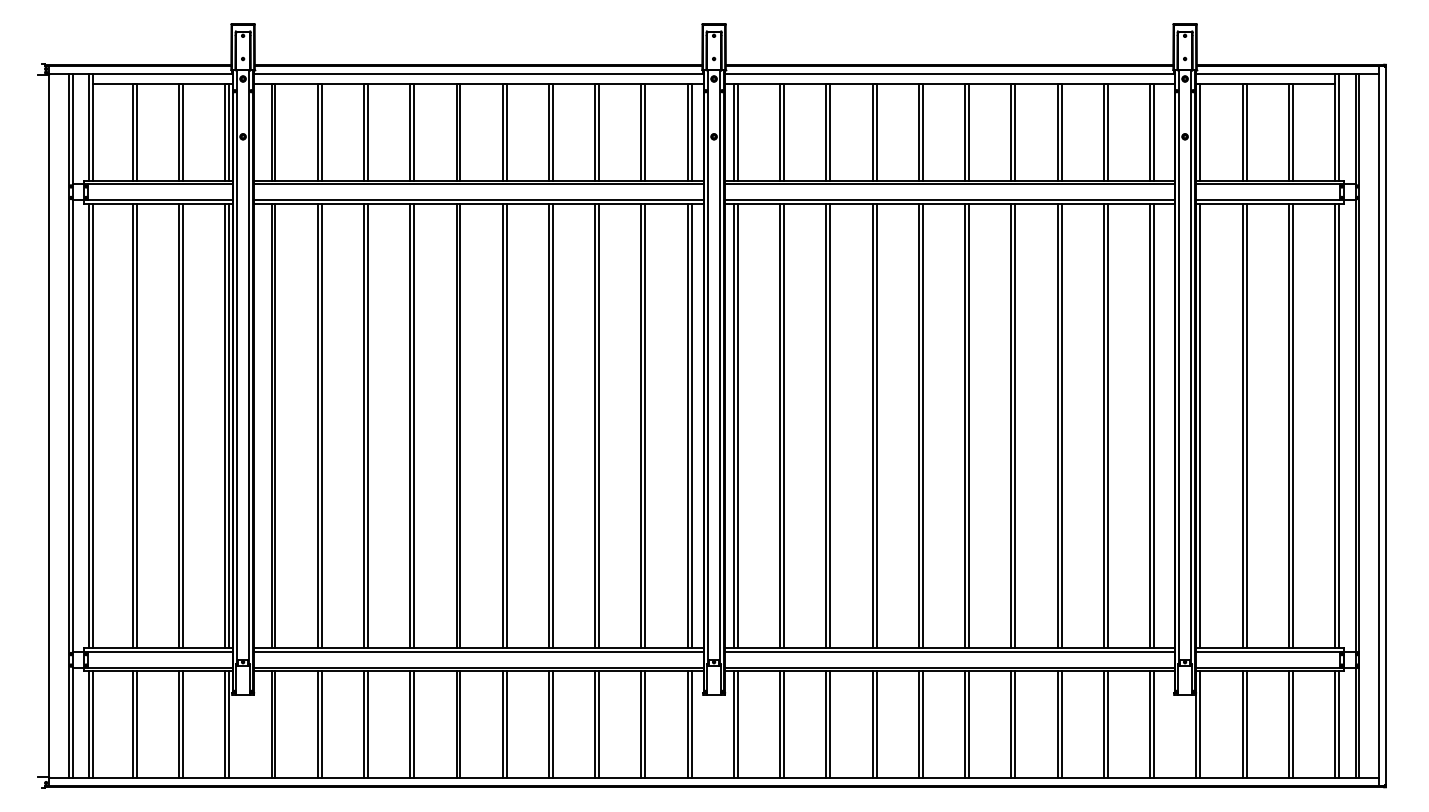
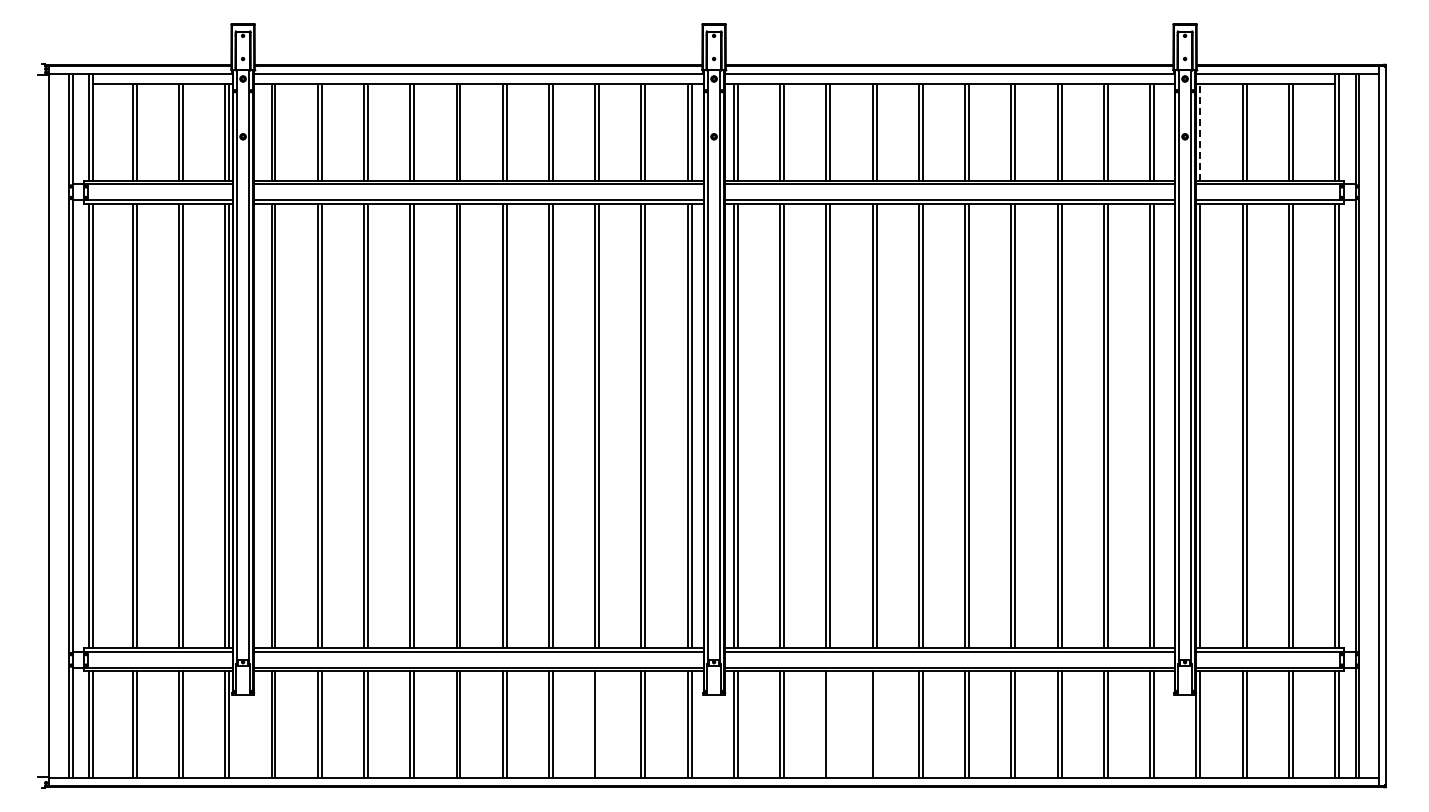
line at (1200, 131): solid -> dashed
line at (599, 724): present -> none
line at (830, 724): present -> none
line at (876, 724): present -> none
